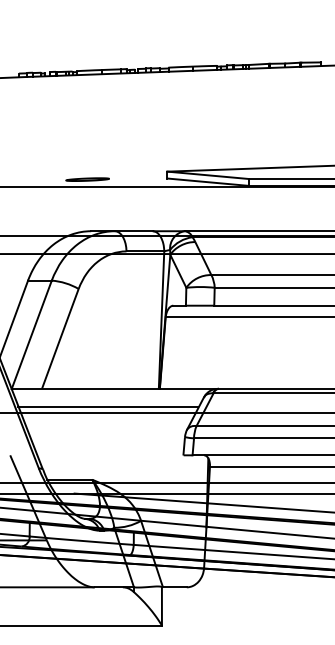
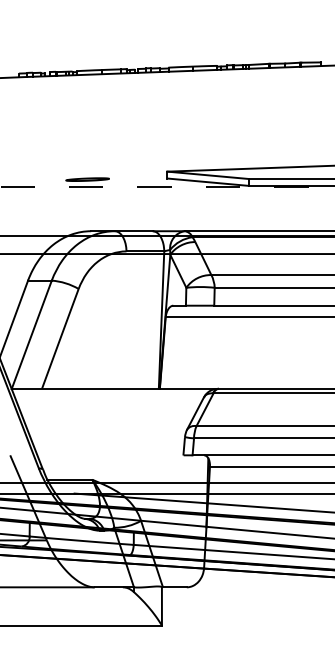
line at (167, 187): solid -> dashed
line at (107, 407): present -> none
line at (166, 413): present -> none
